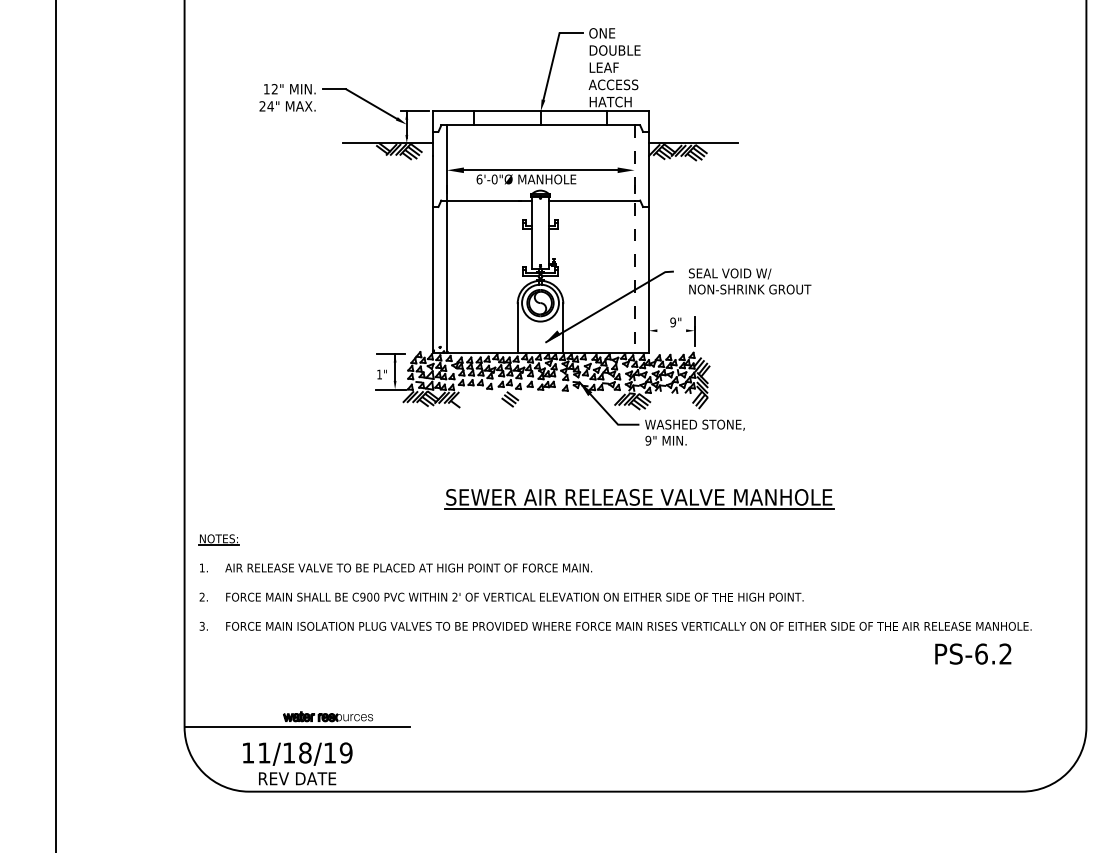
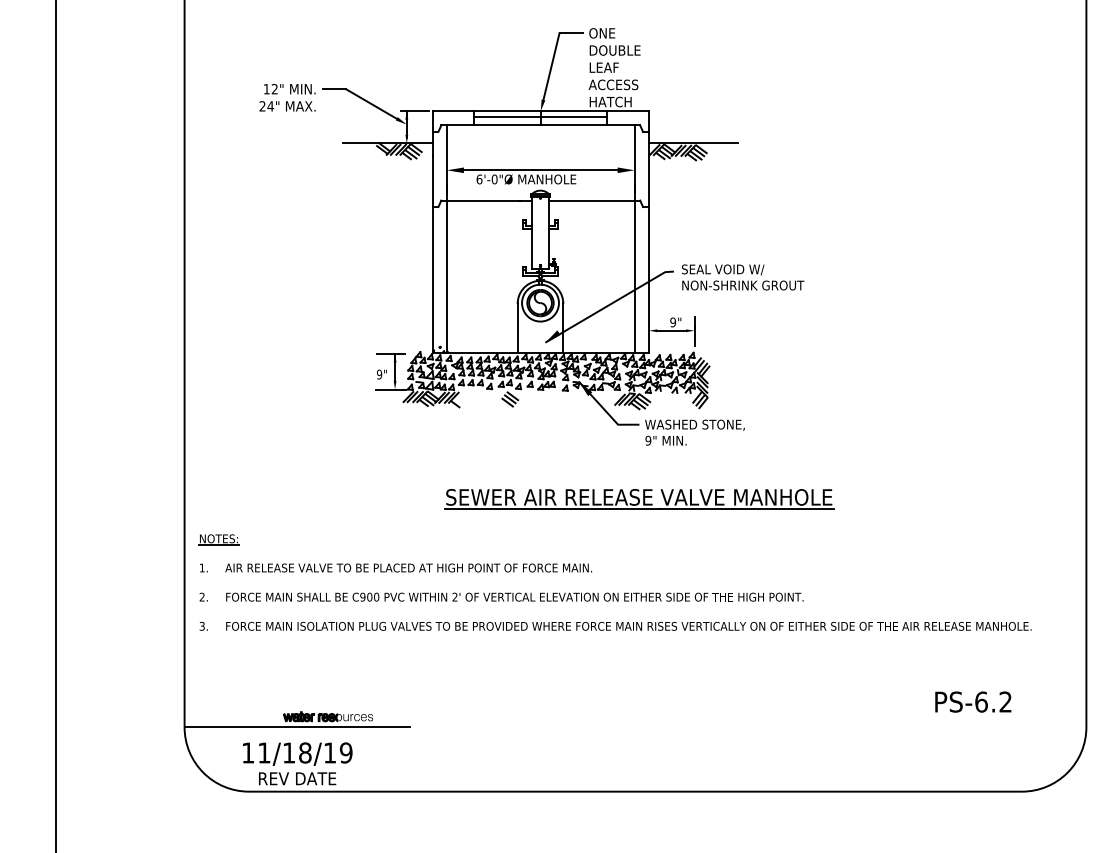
line at (540, 116): none -> present
line at (634, 239): dashed -> solid
text at (750, 281) position: (750, 281) -> (743, 277)
line at (671, 330): none -> present
text at (379, 374): 1" -> 9"
text at (973, 653) position: (973, 653) -> (973, 701)
